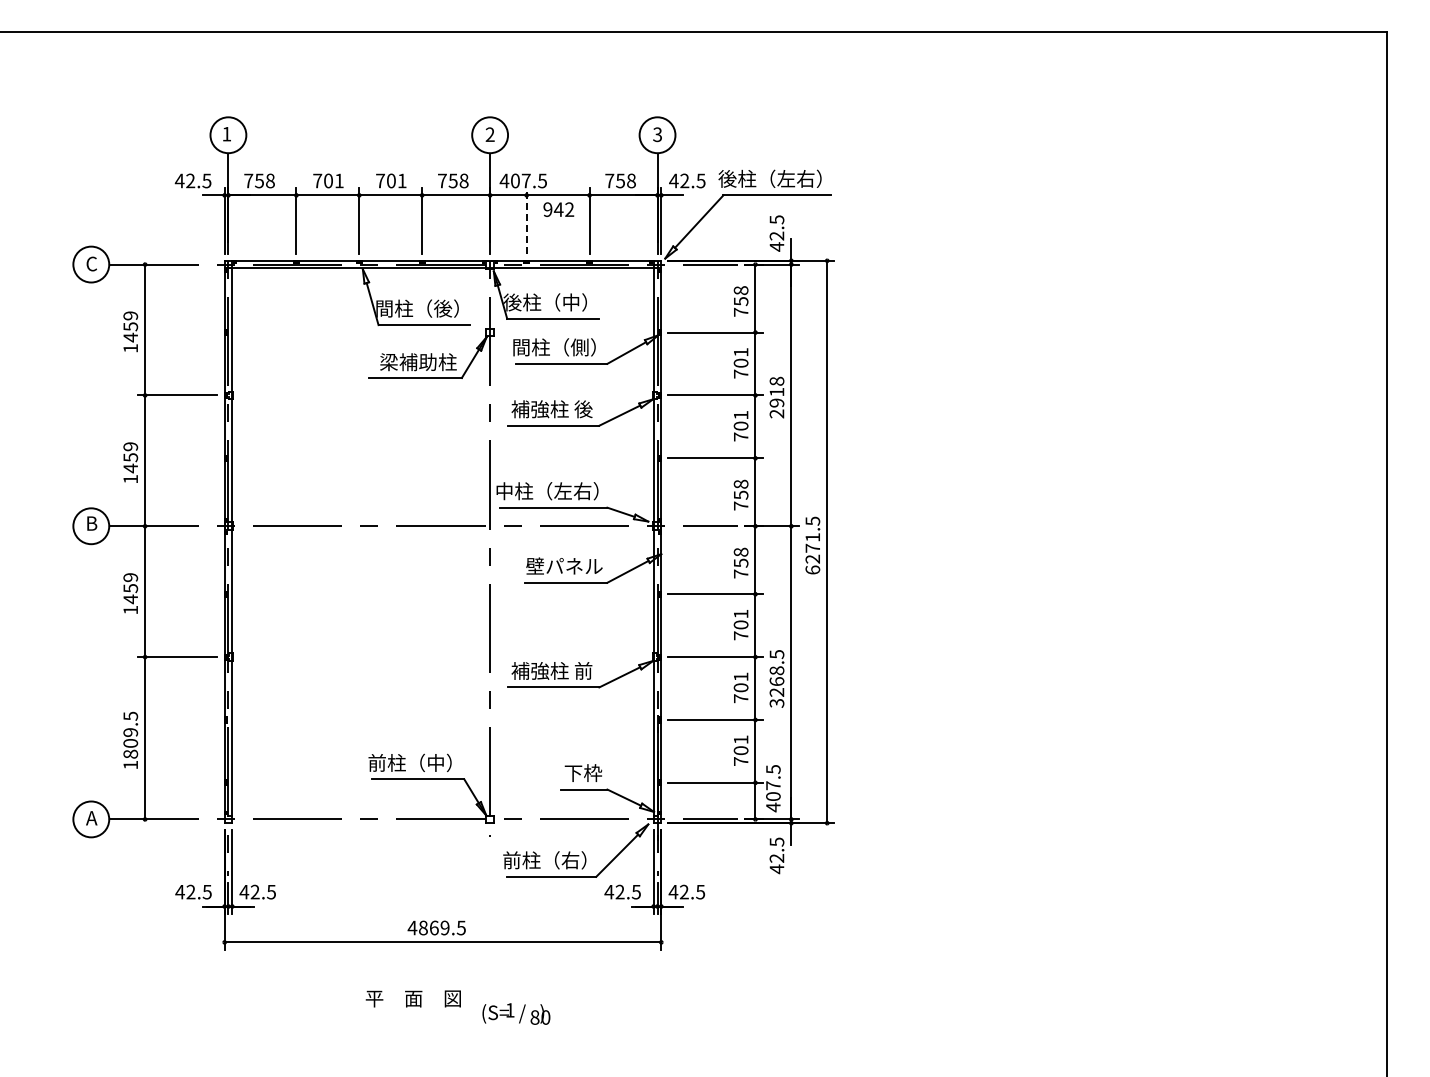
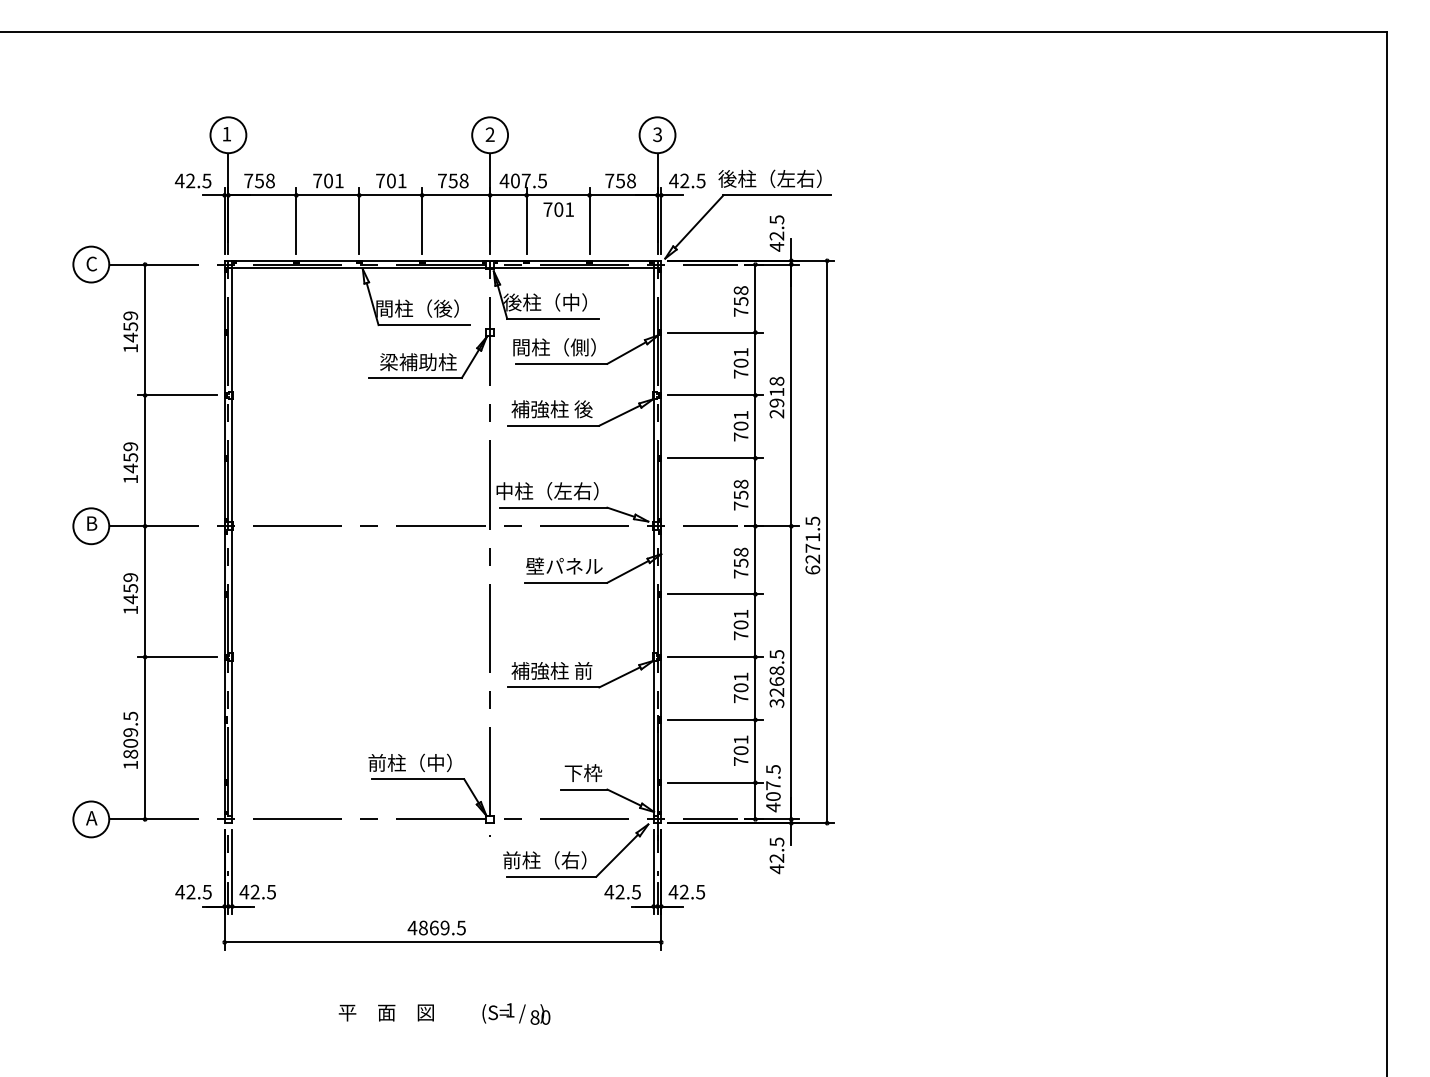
text at (558, 209): 942 -> 701
line at (526, 220): dashed -> solid
text at (412, 998) position: (412, 998) -> (385, 1012)
